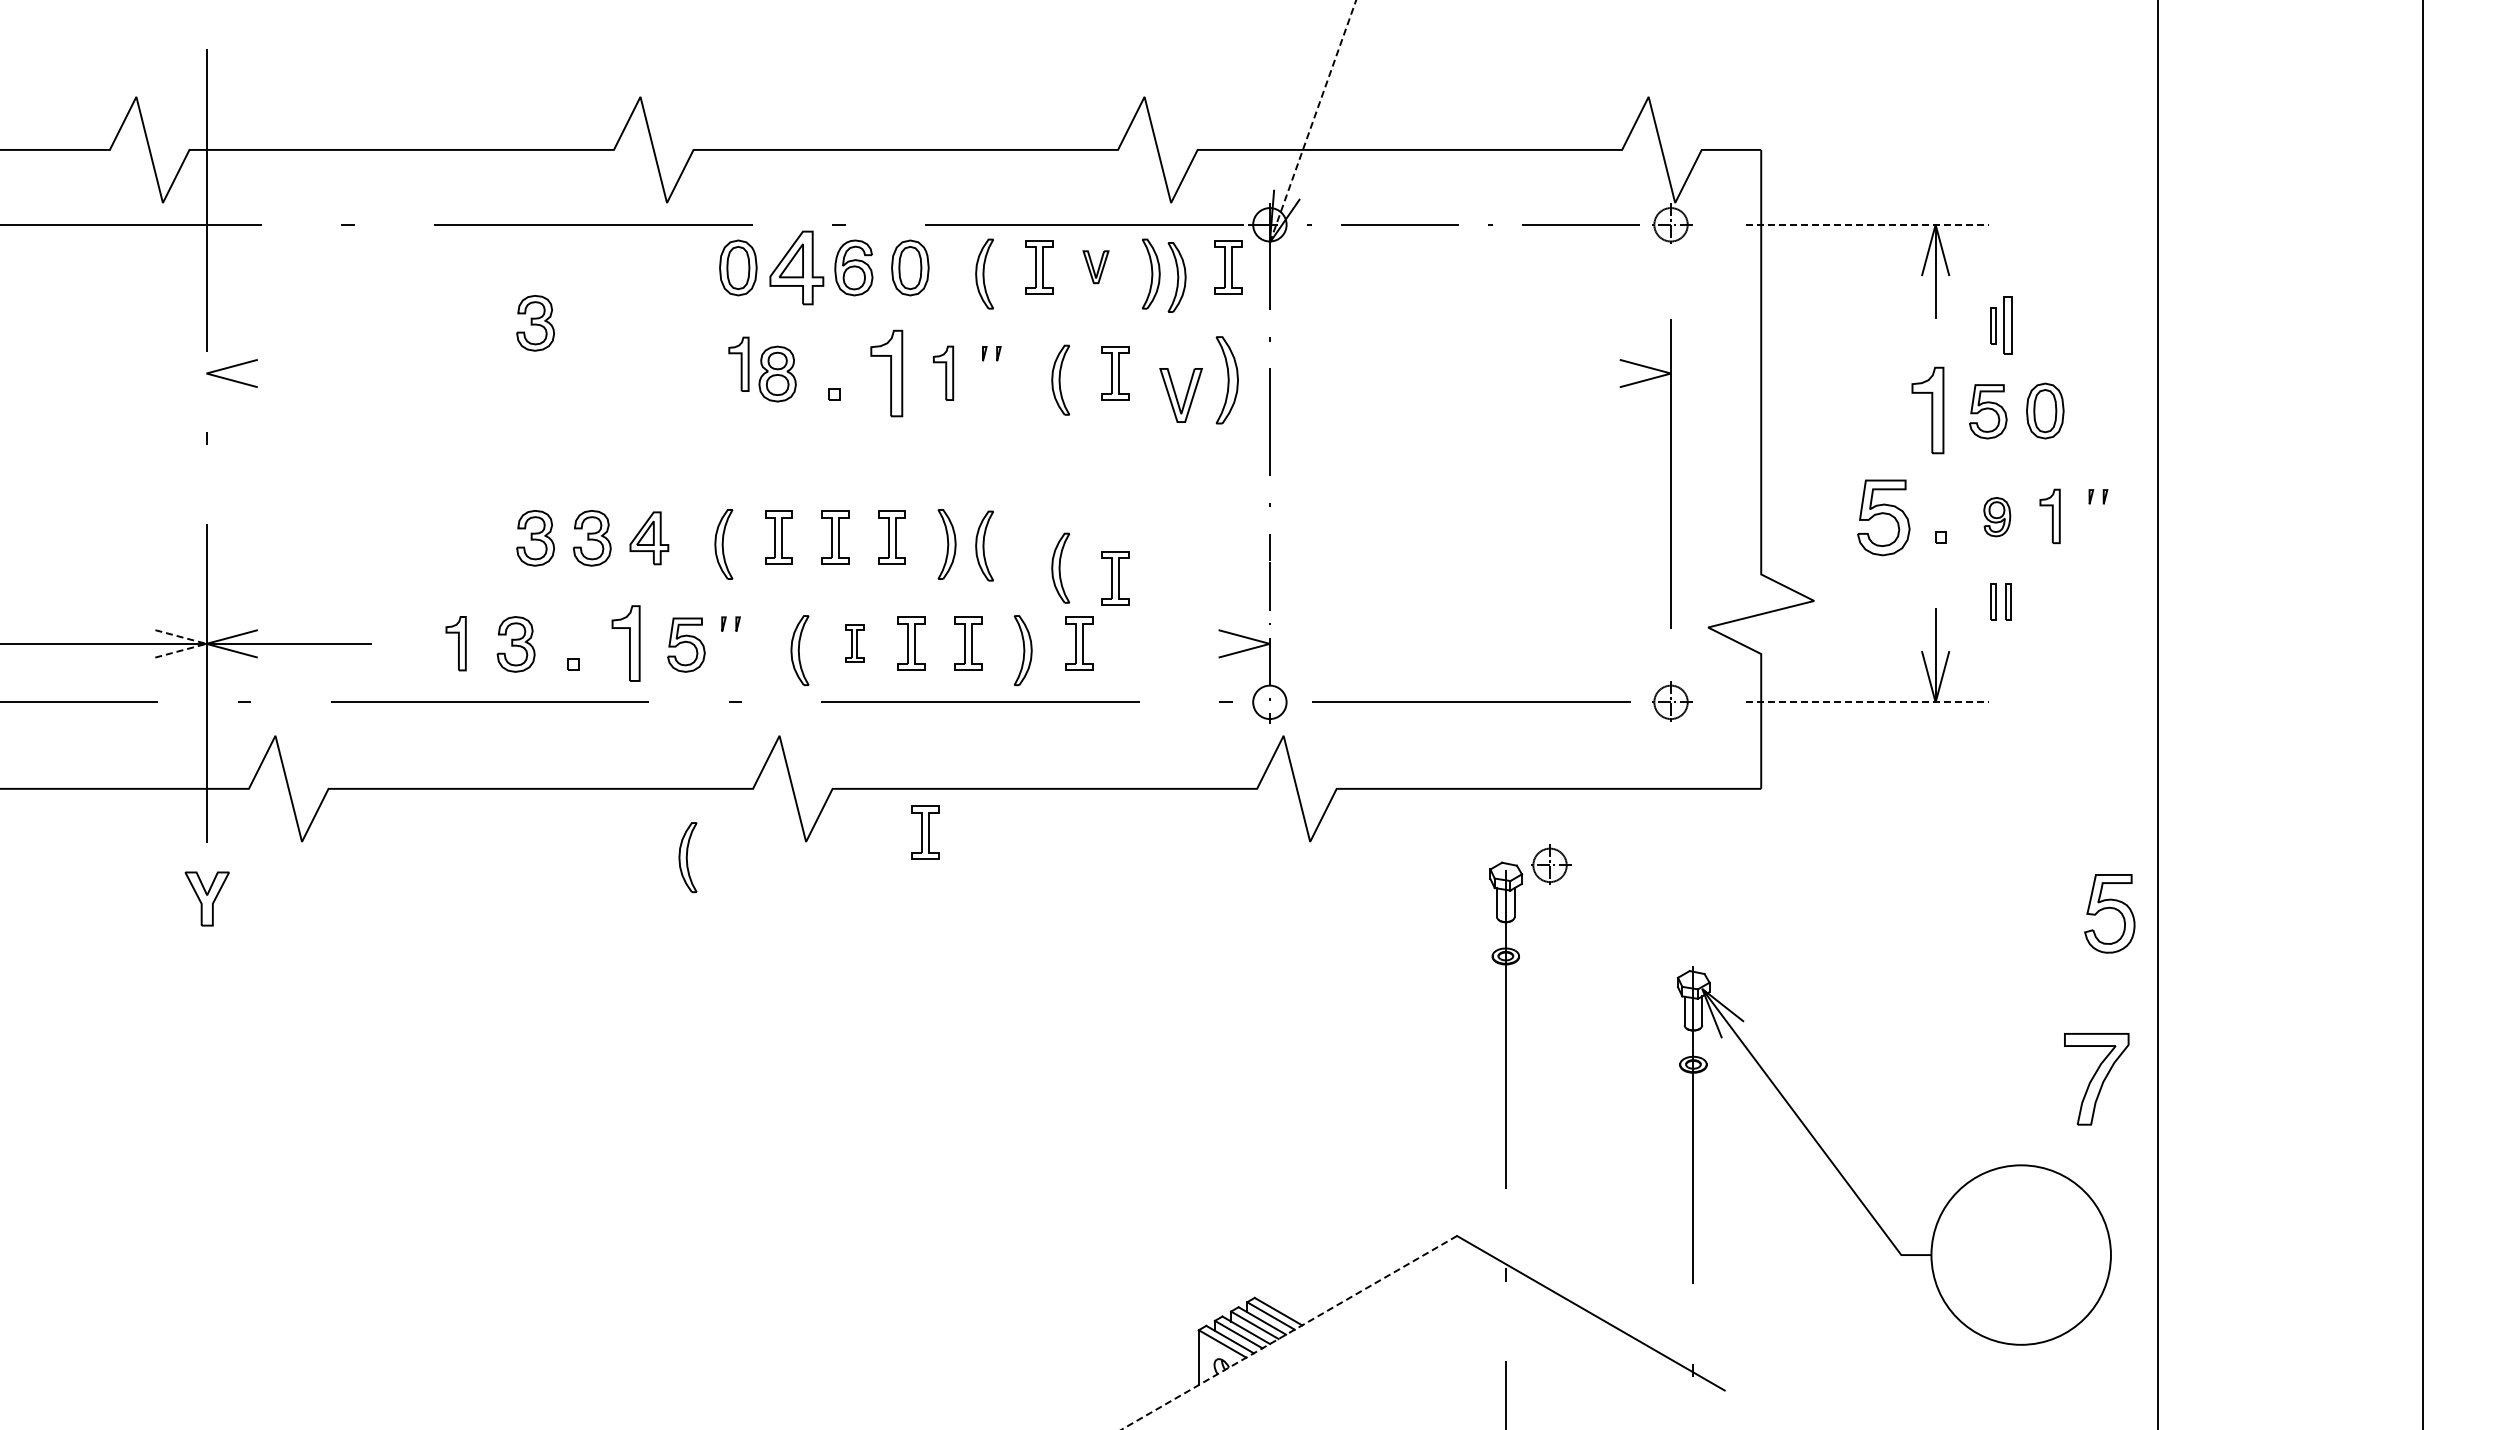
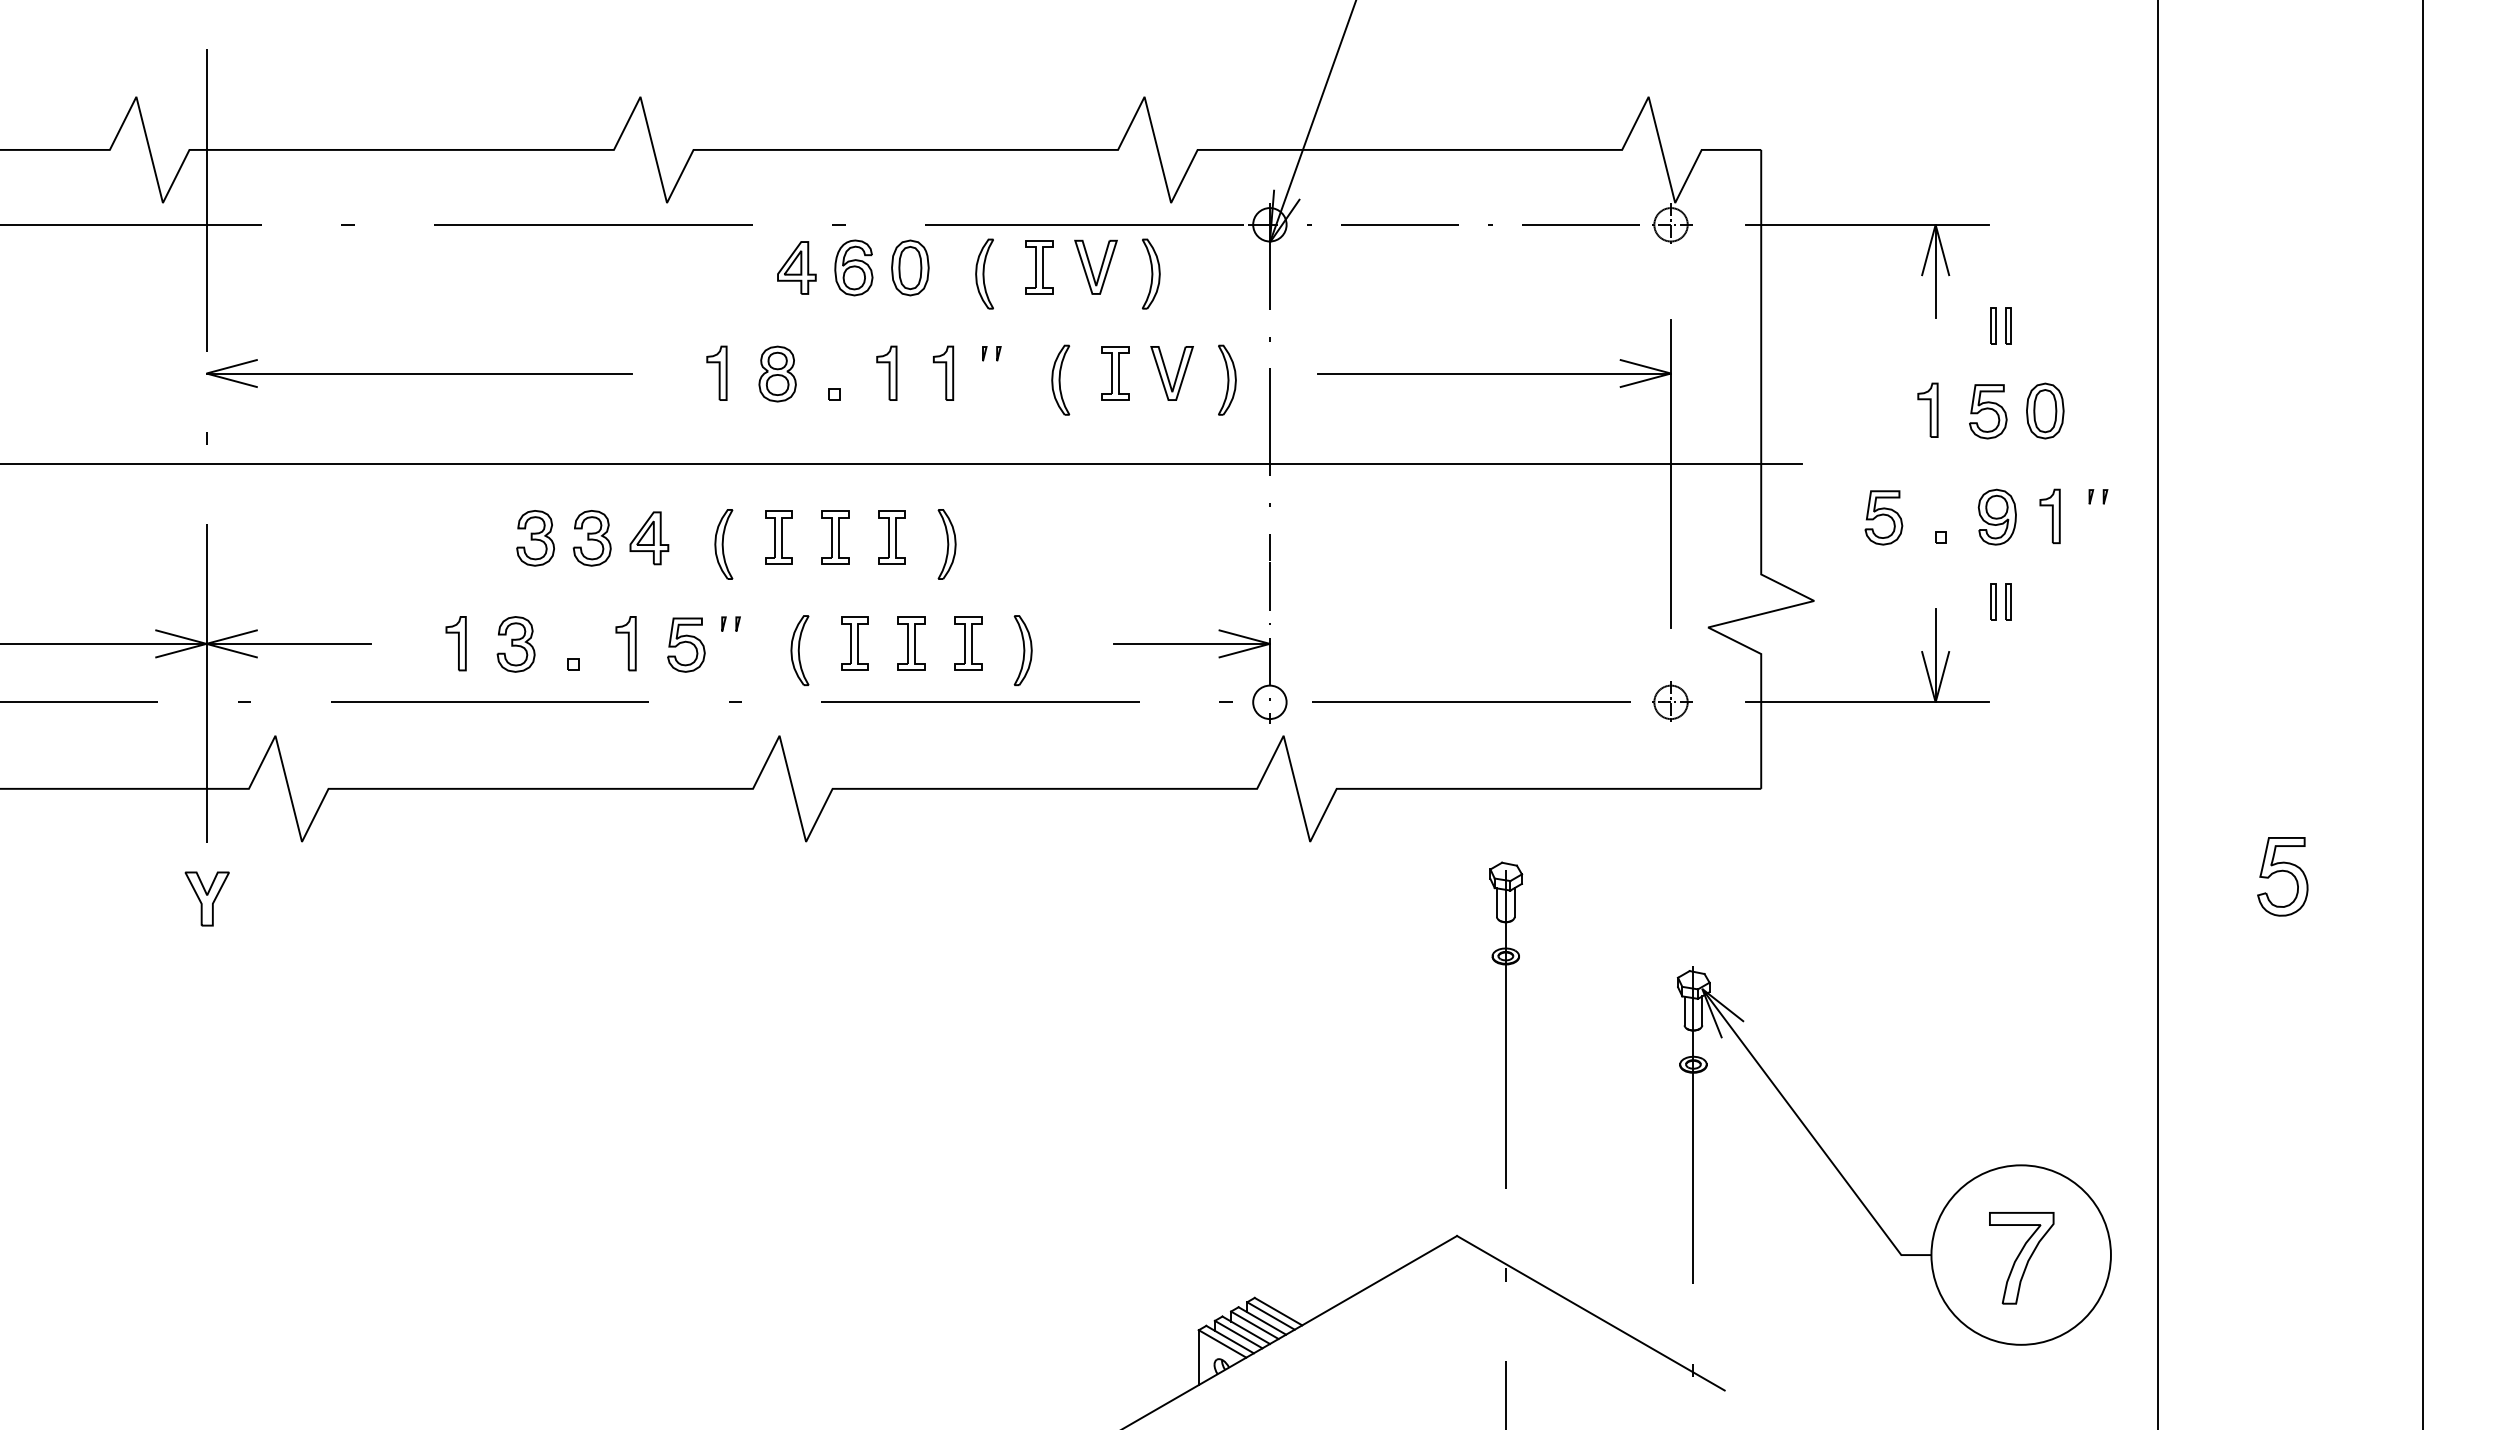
line at (1313, 121): dashed -> solid
line at (1867, 224): dashed -> solid
part at (738, 267): present -> none
part at (796, 267) size: 56x76 px -> 40x54 px
part at (1095, 267) size: 28x35 px -> 44x56 px
part at (1228, 267): present -> none
part at (1176, 277): present -> none
part at (535, 323): present -> none
part at (2007, 325) size: 10x59 px -> 7x38 px
part at (738, 363) position: (738, 363) -> (716, 372)
line at (418, 373): none -> present
part at (886, 373) size: 34x89 px -> 22x56 px
line at (1494, 373): none -> present
part at (1226, 380) size: 24x89 px -> 19x72 px
part at (1180, 395) position: (1180, 395) -> (1171, 373)
part at (1927, 410) size: 34x89 px -> 22x56 px
line at (902, 463): none -> present
part at (1883, 517) size: 54x78 px -> 40x56 px
part at (1997, 517) size: 29x41 px -> 40x58 px
part at (984, 545): present -> none
part at (1060, 567): present -> none
part at (1115, 578): present -> none
line at (206, 643): dashed -> solid
part at (625, 643) size: 30x77 px -> 22x56 px
part at (854, 643) size: 20x39 px -> 28x55 px
part at (1079, 643): present -> none
line at (1191, 643): none -> present
line at (1867, 702): dashed -> solid
part at (925, 832): present -> none
part at (687, 857): present -> none
part at (1551, 864): present -> none
part at (2109, 913) position: (2109, 913) -> (2282, 876)
part at (2096, 1079) position: (2096, 1079) -> (2021, 1258)
line at (1289, 1332): dashed -> solid
